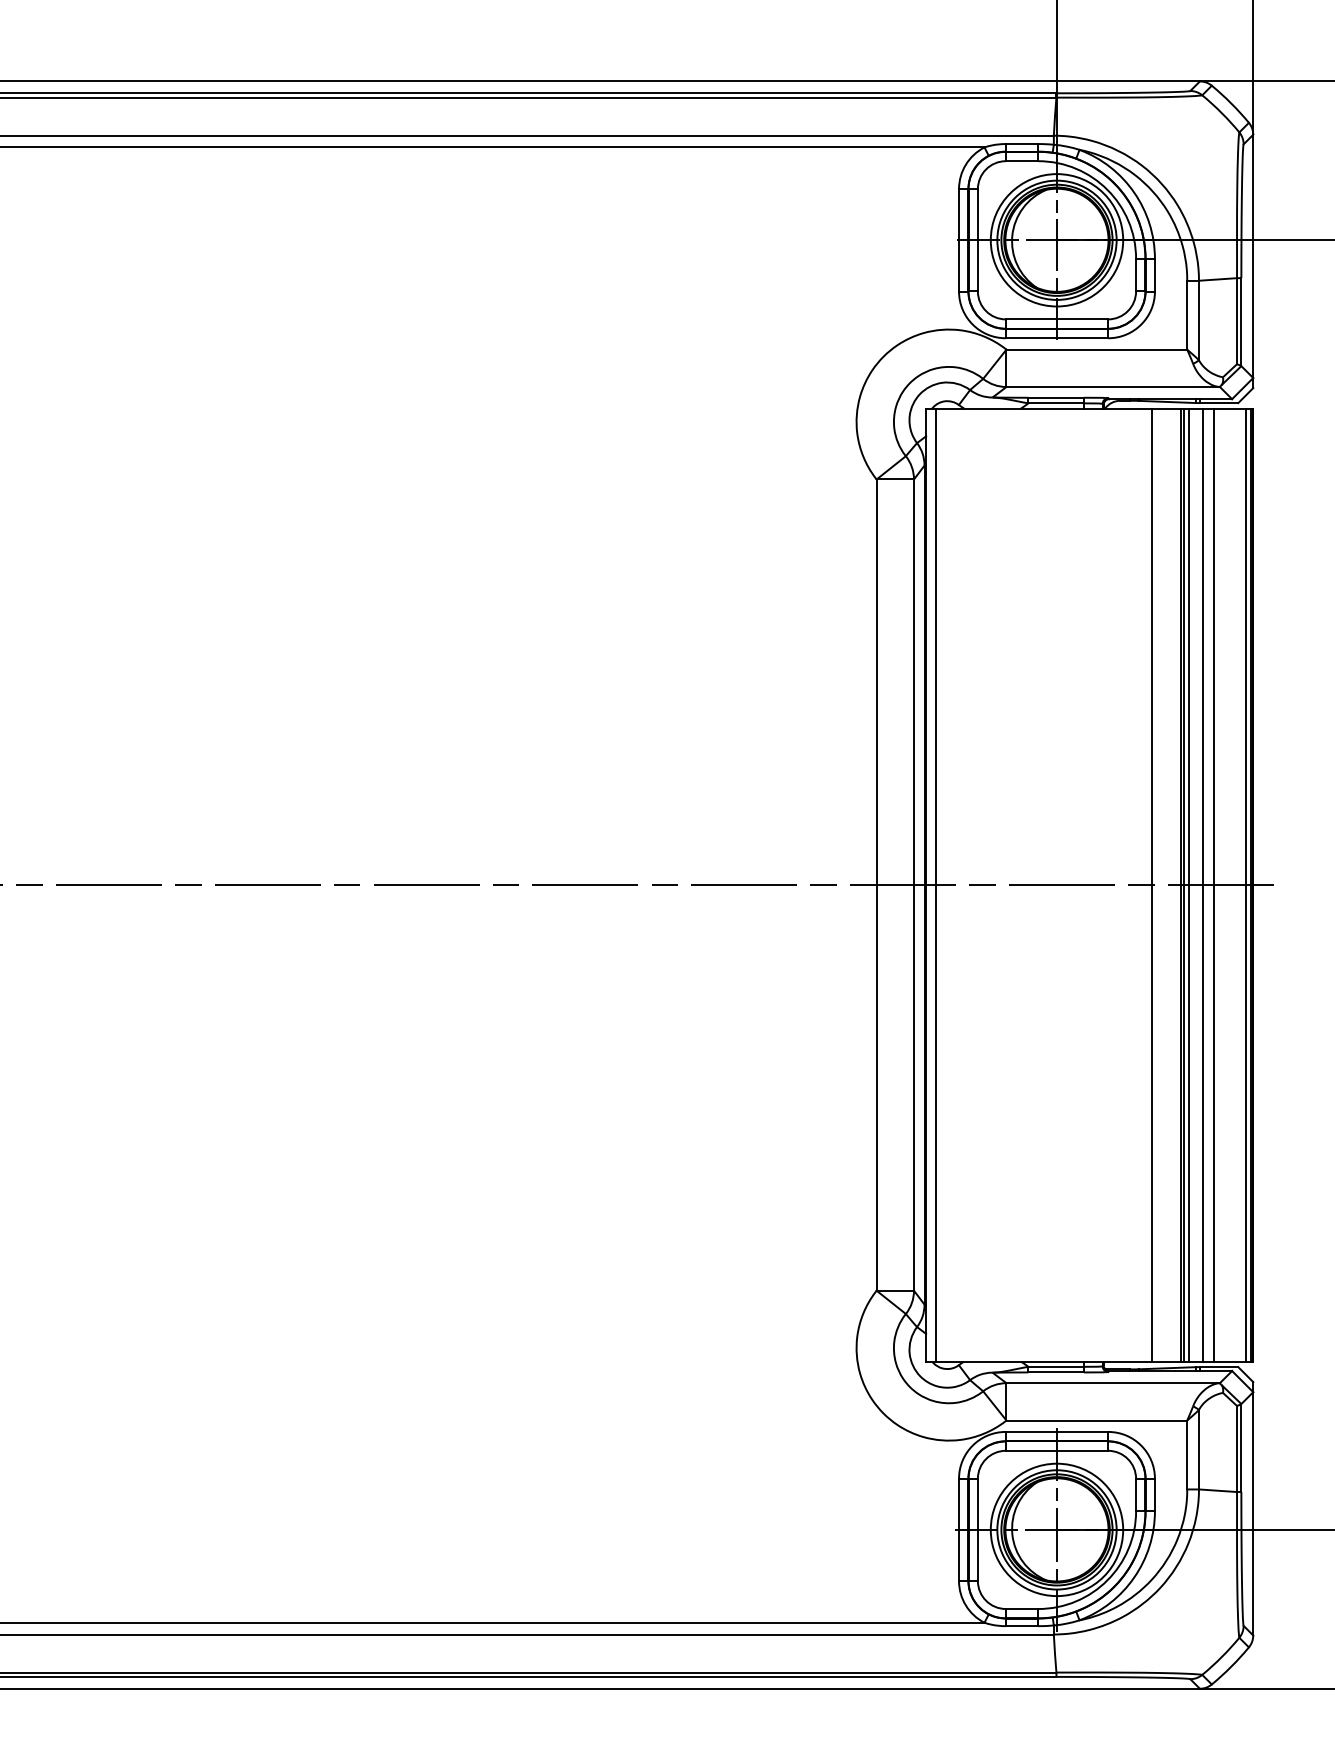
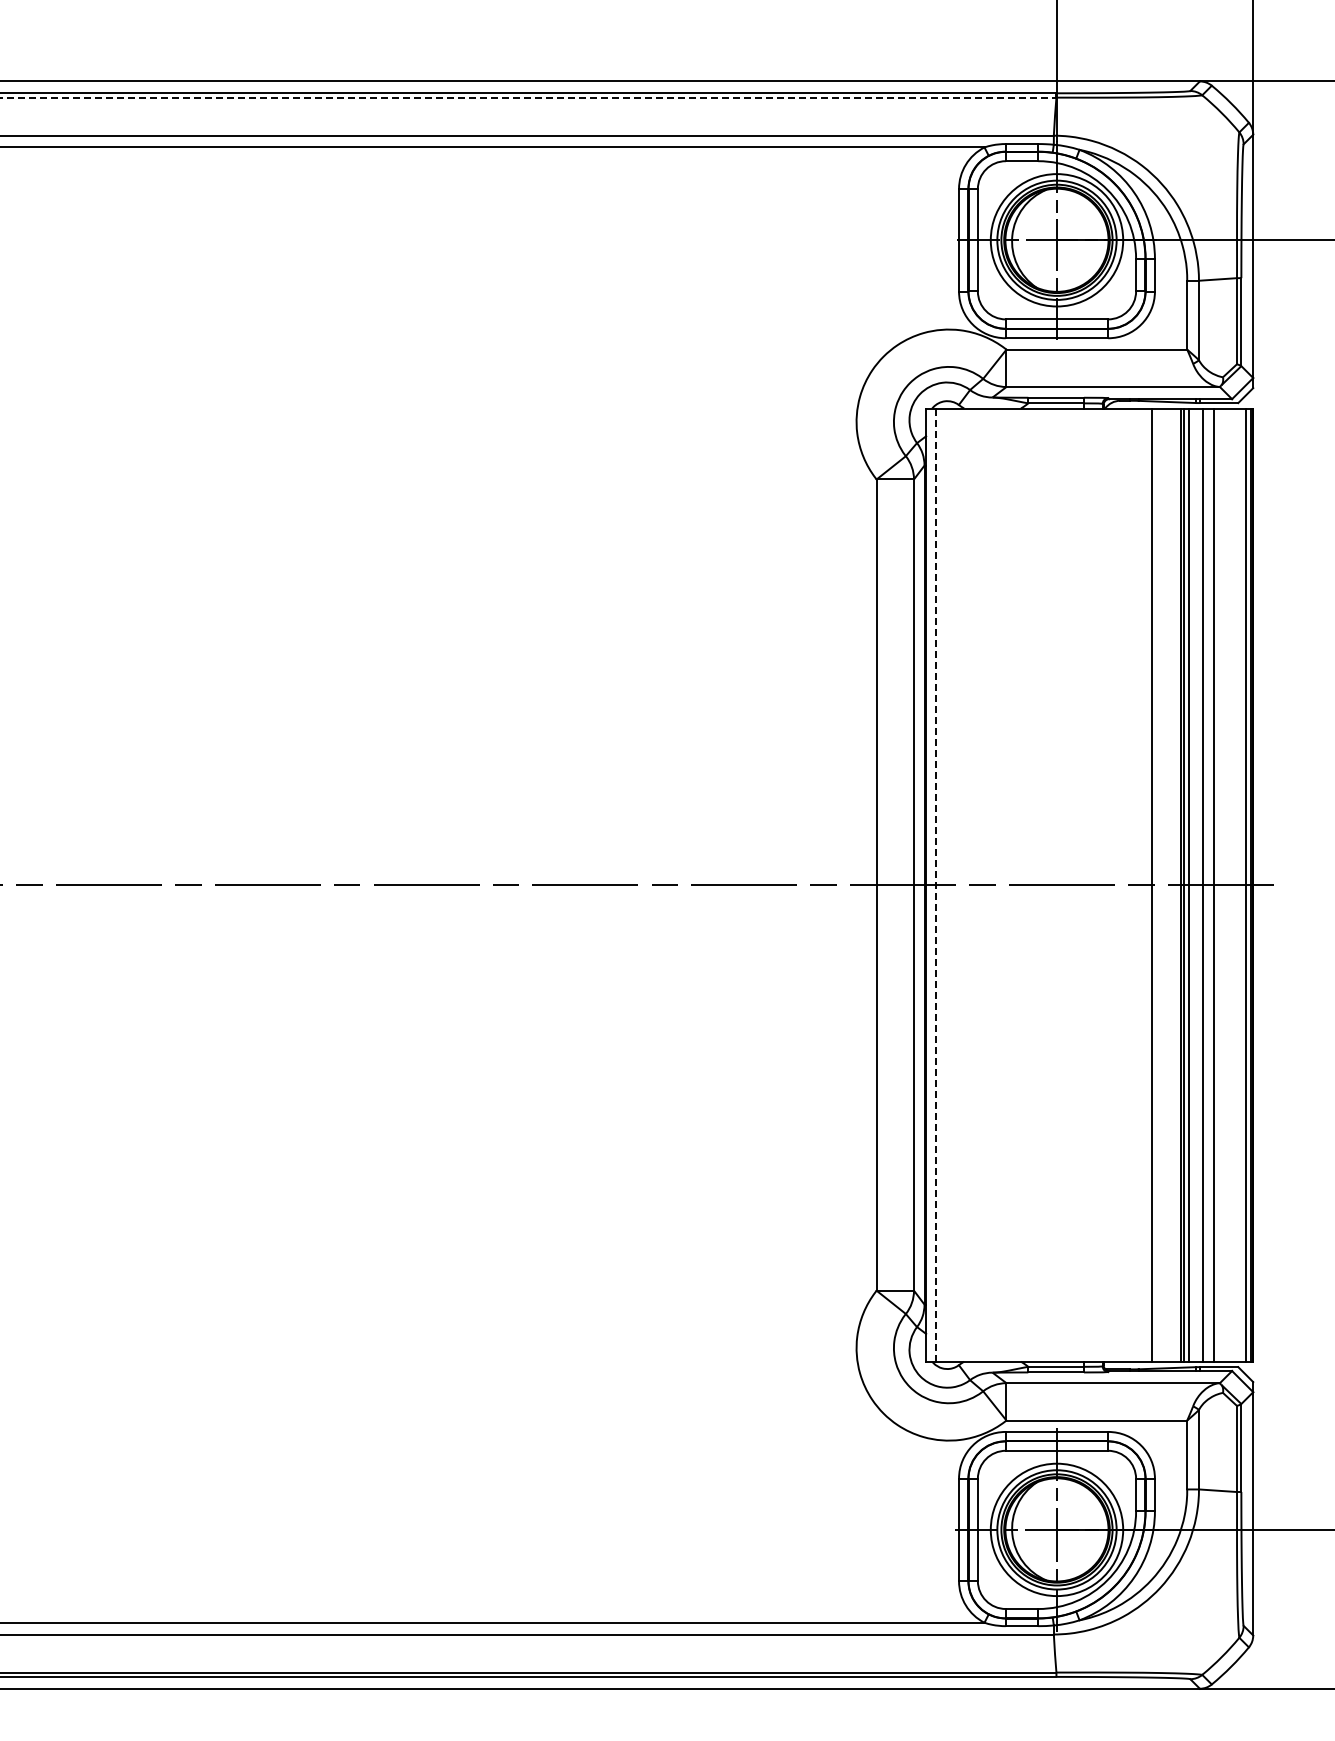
line at (528, 97): solid -> dashed
line at (935, 885): solid -> dashed
